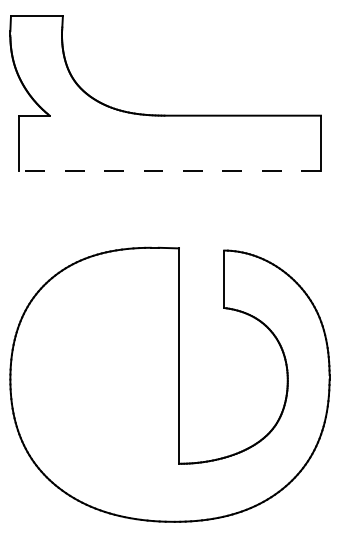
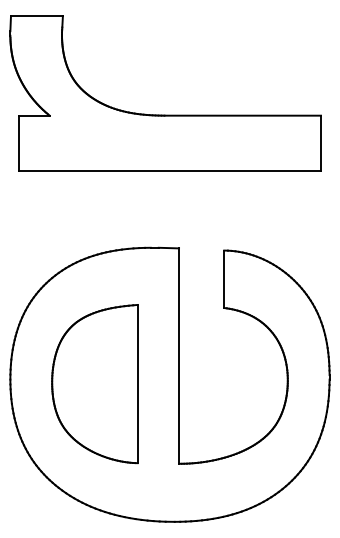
line at (169, 171): dashed -> solid
part at (94, 384): none -> present
